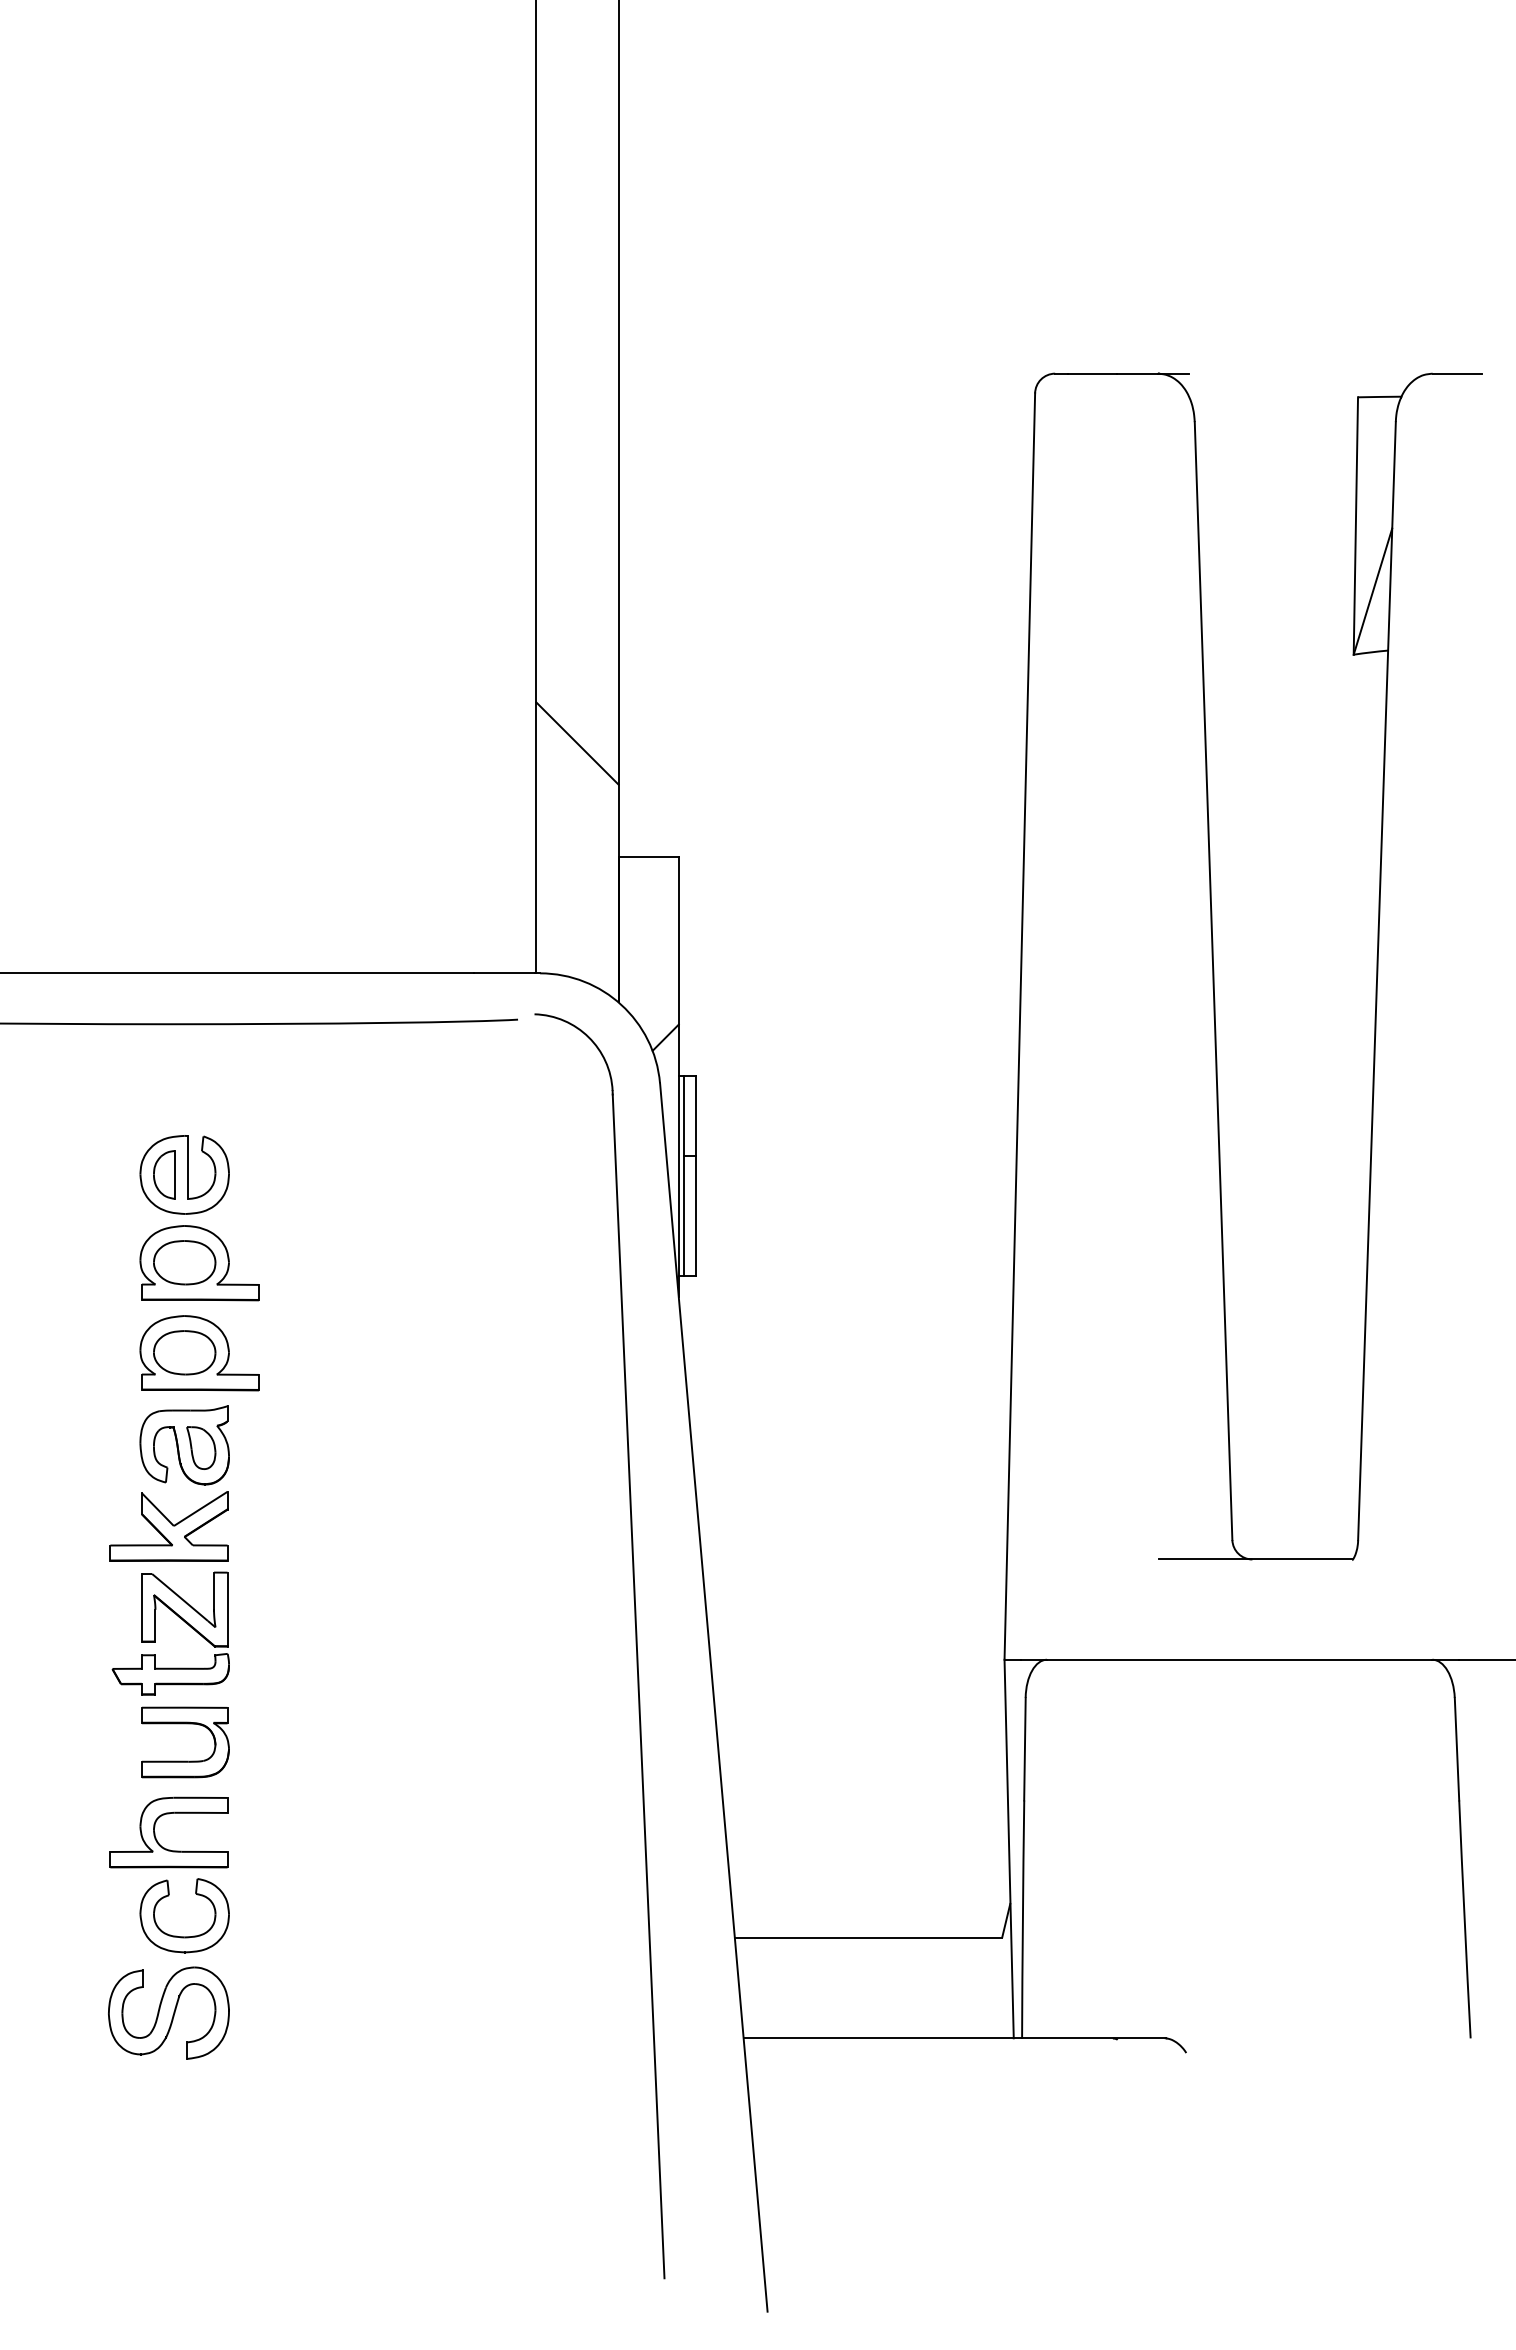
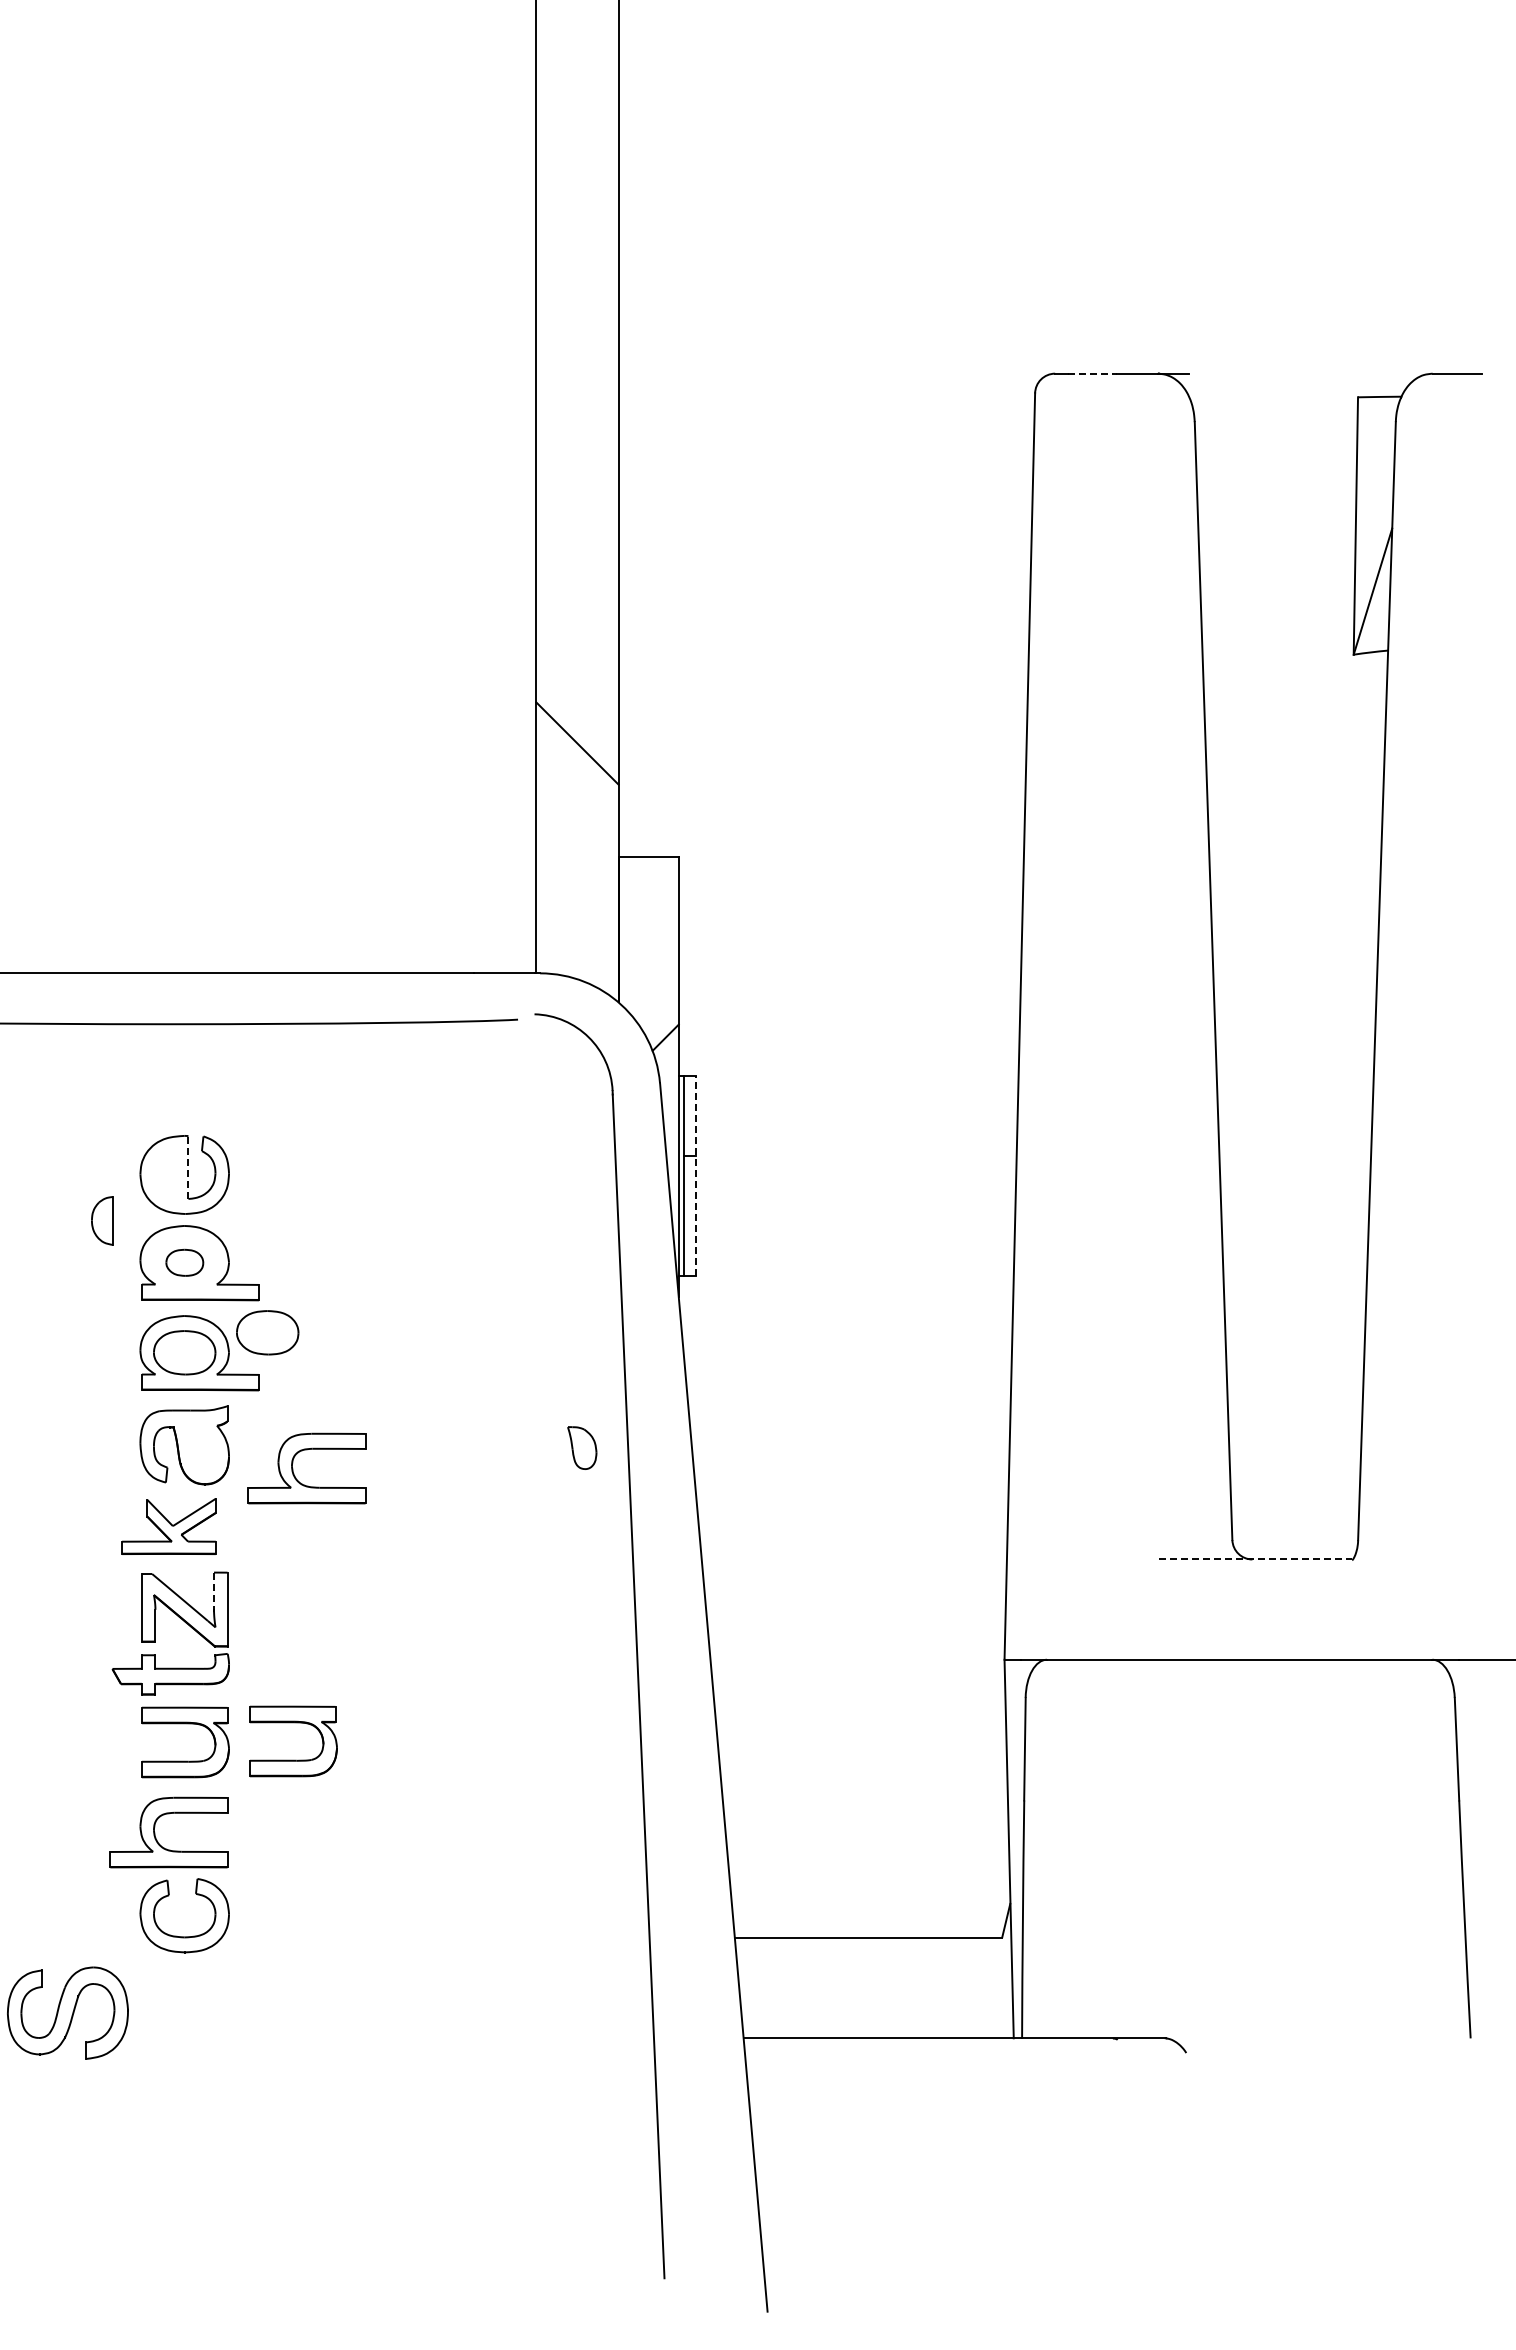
line at (1092, 373): solid -> dashed
line at (188, 1166): solid -> dashed
part at (164, 1174) position: (164, 1174) -> (102, 1220)
line at (695, 1175): solid -> dashed
part at (184, 1262) size: 64x46 px -> 40x29 px
part at (267, 1332): none -> present
part at (201, 1447) position: (201, 1447) -> (582, 1447)
part at (293, 1468): none -> present
part at (168, 1526) size: 120x71 px -> 96x57 px
line at (1256, 1559): solid -> dashed
line at (214, 1591): solid -> dashed
part at (293, 1723): none -> present
part at (168, 2012) position: (168, 2012) -> (67, 2012)
